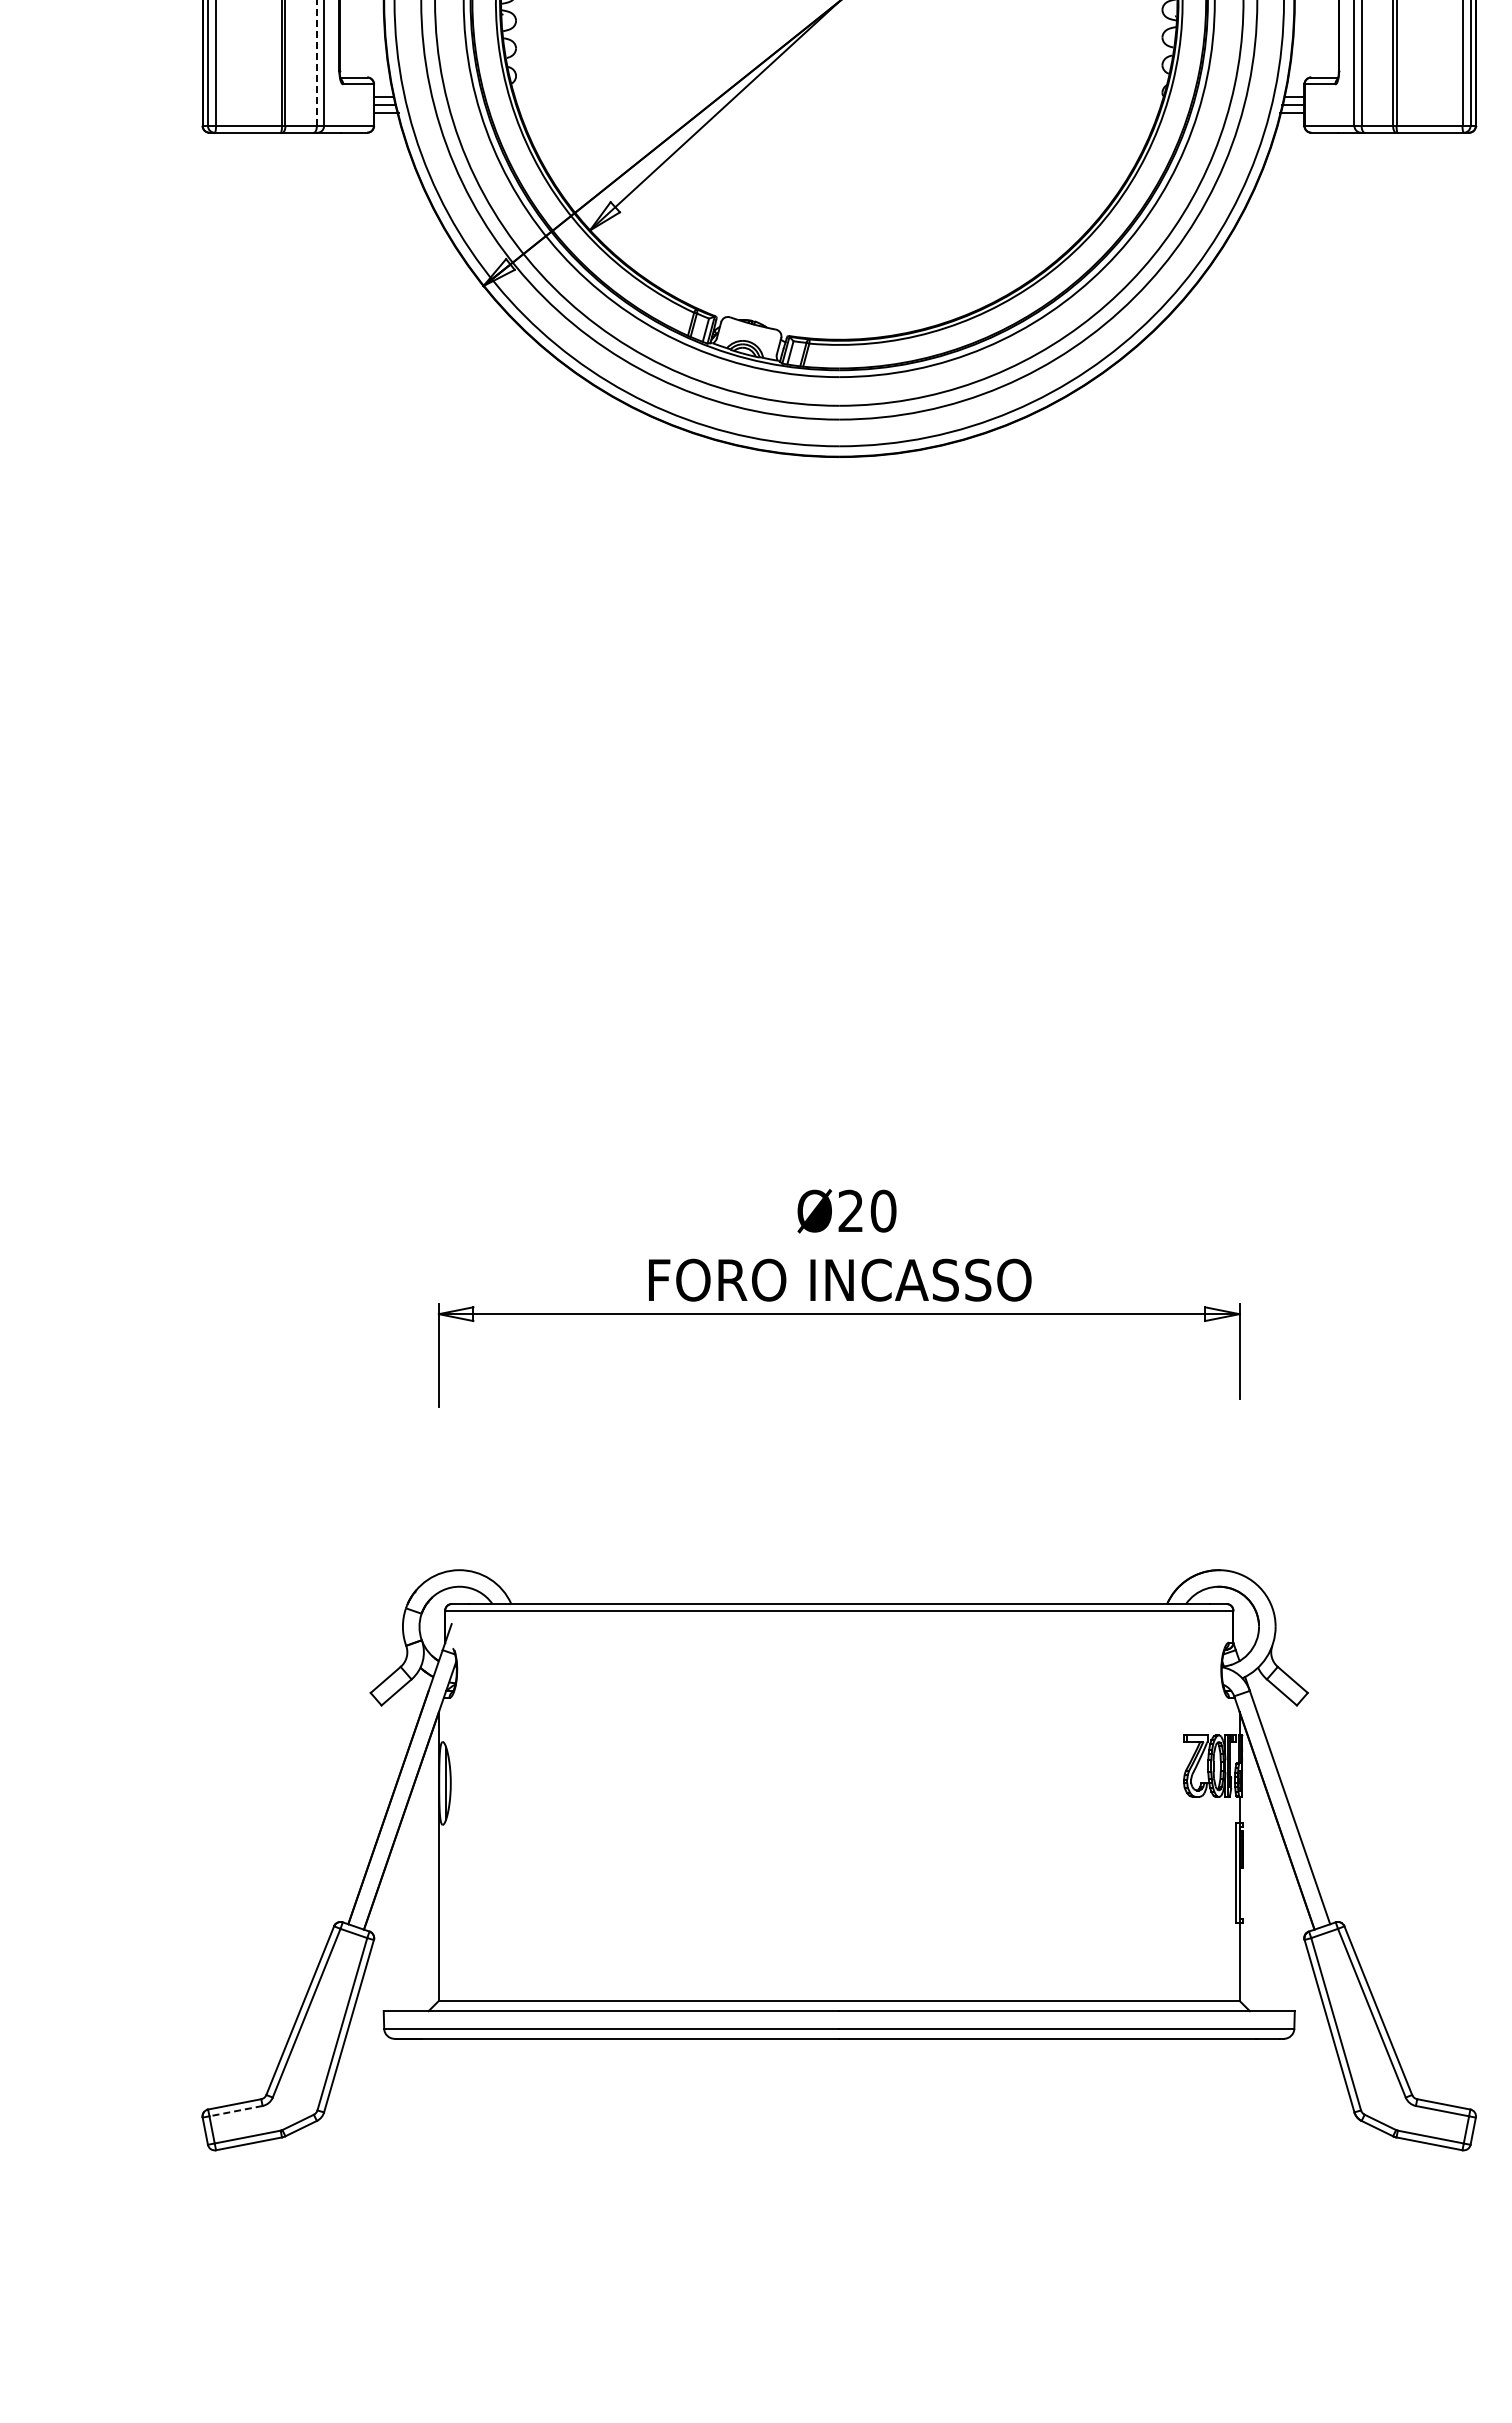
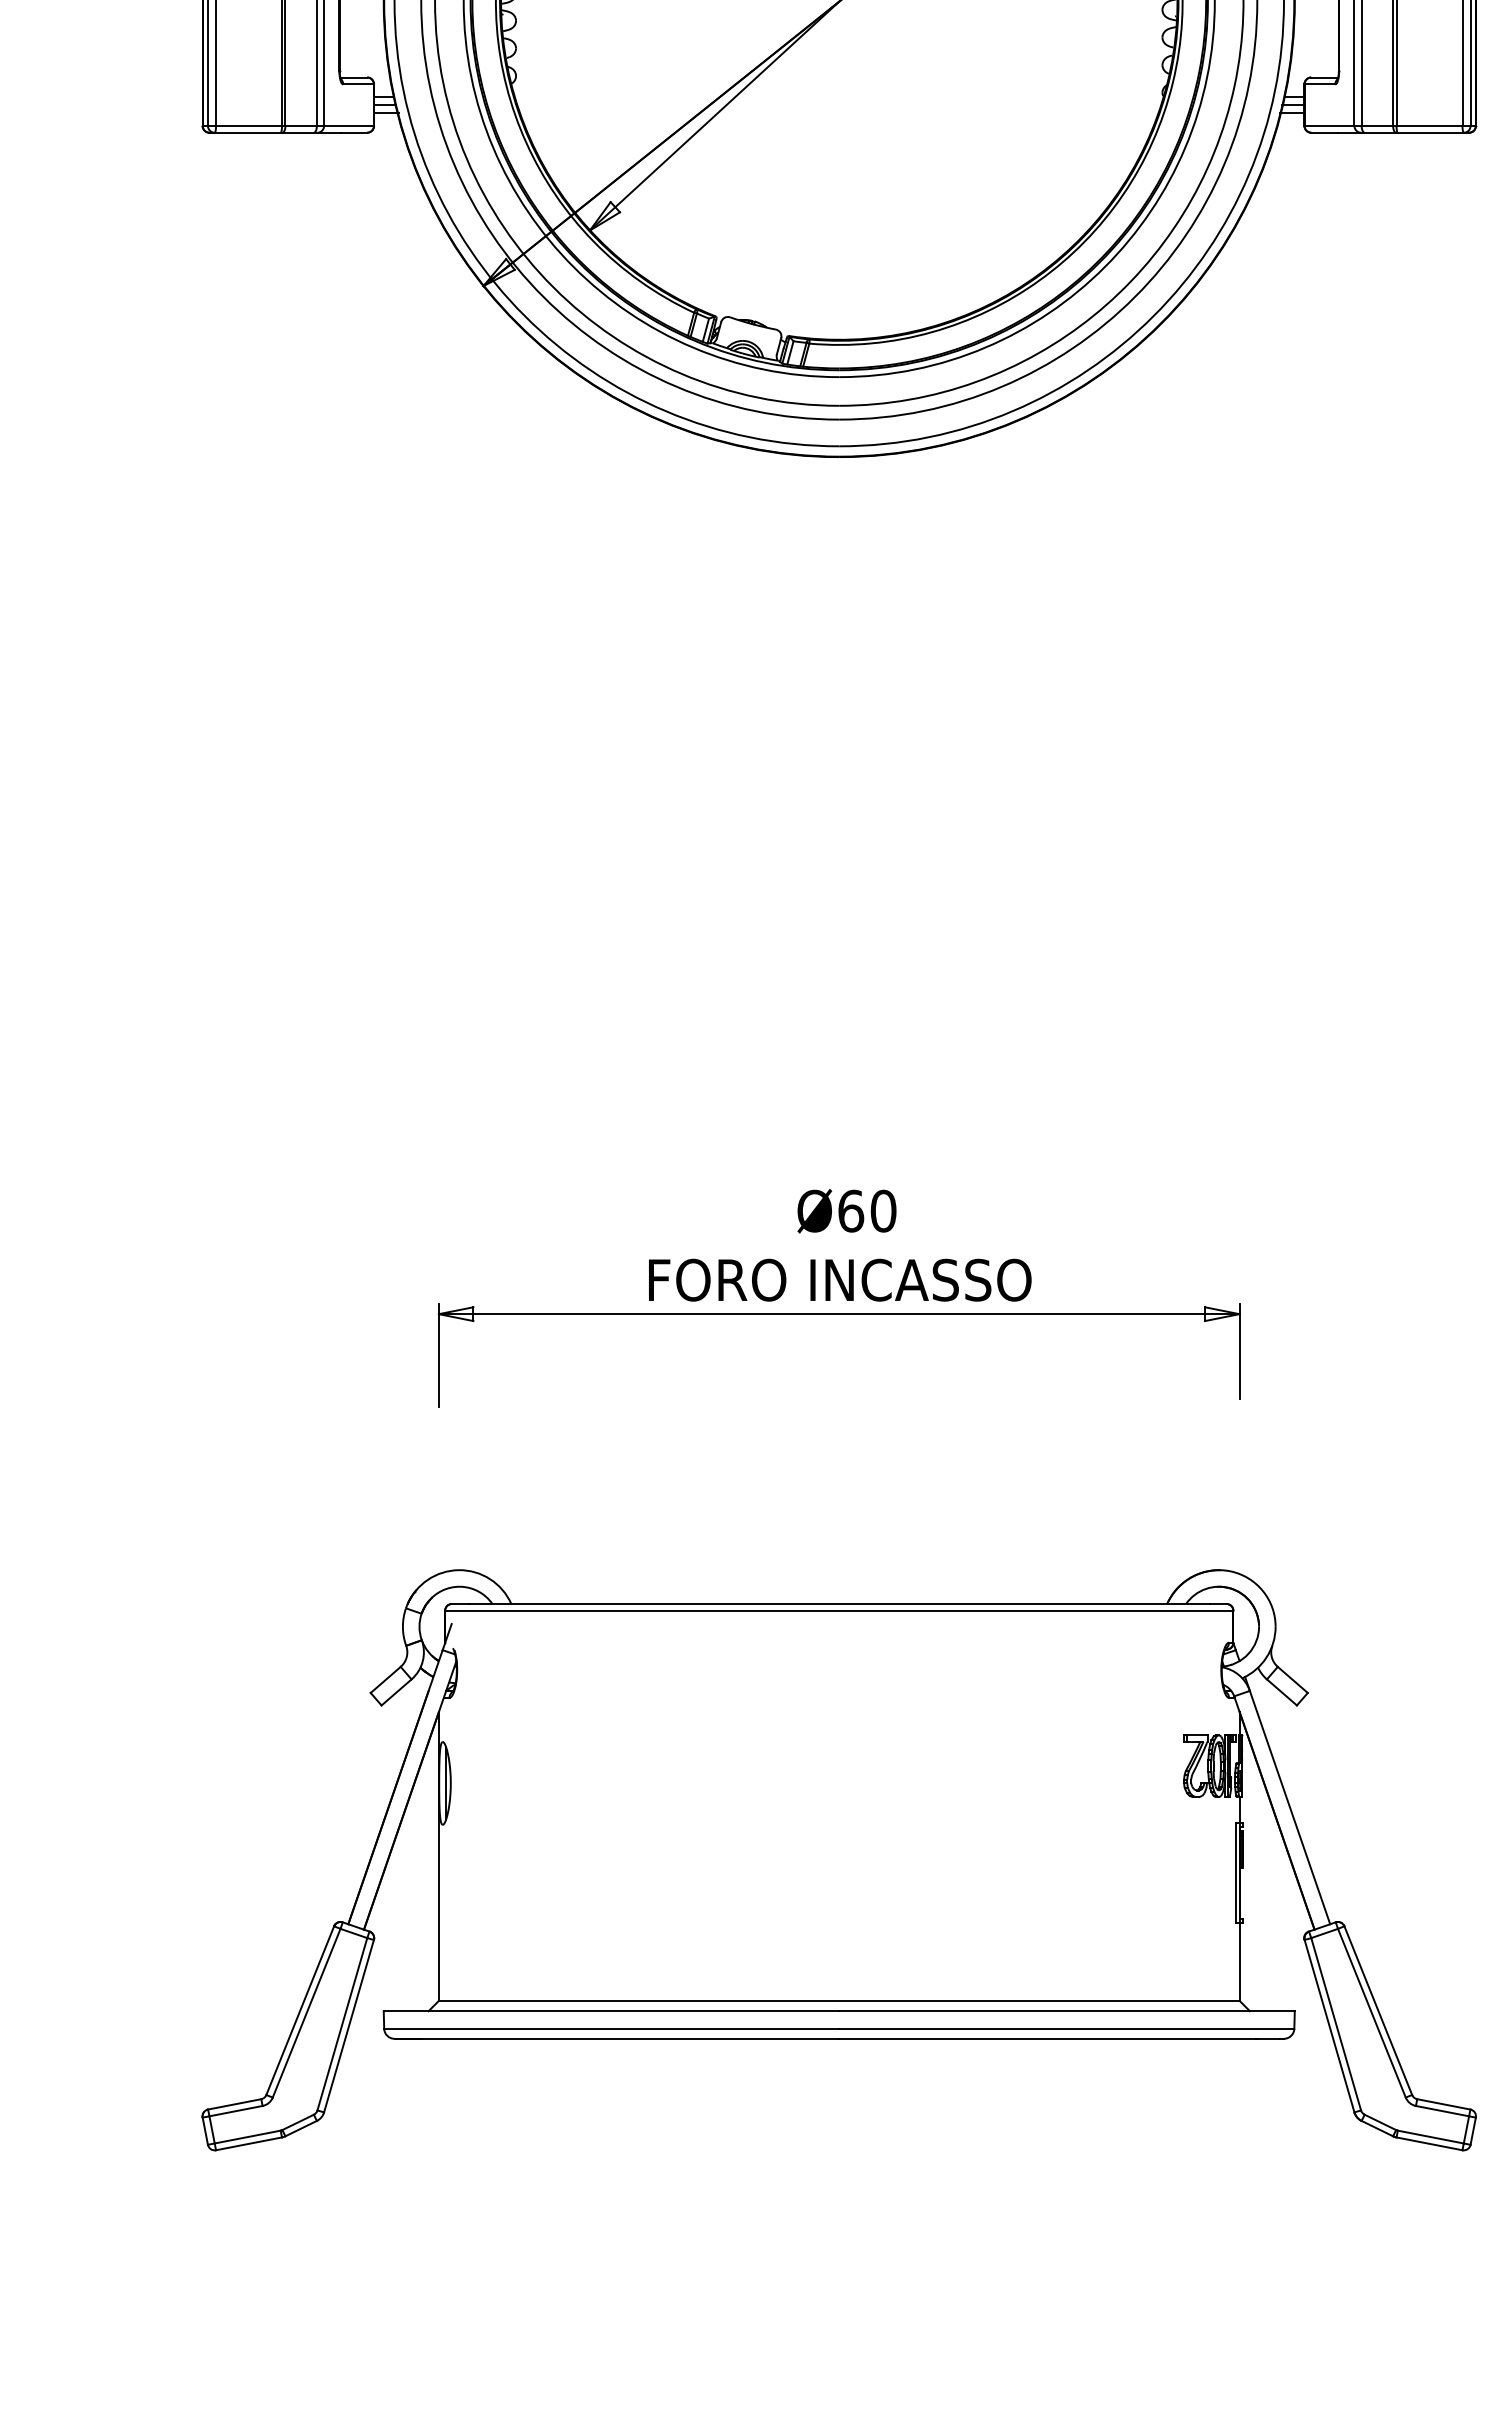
line at (316, 62): dashed -> solid
text at (851, 1210): Ø20 -> Ø60
line at (235, 2111): dashed -> solid
